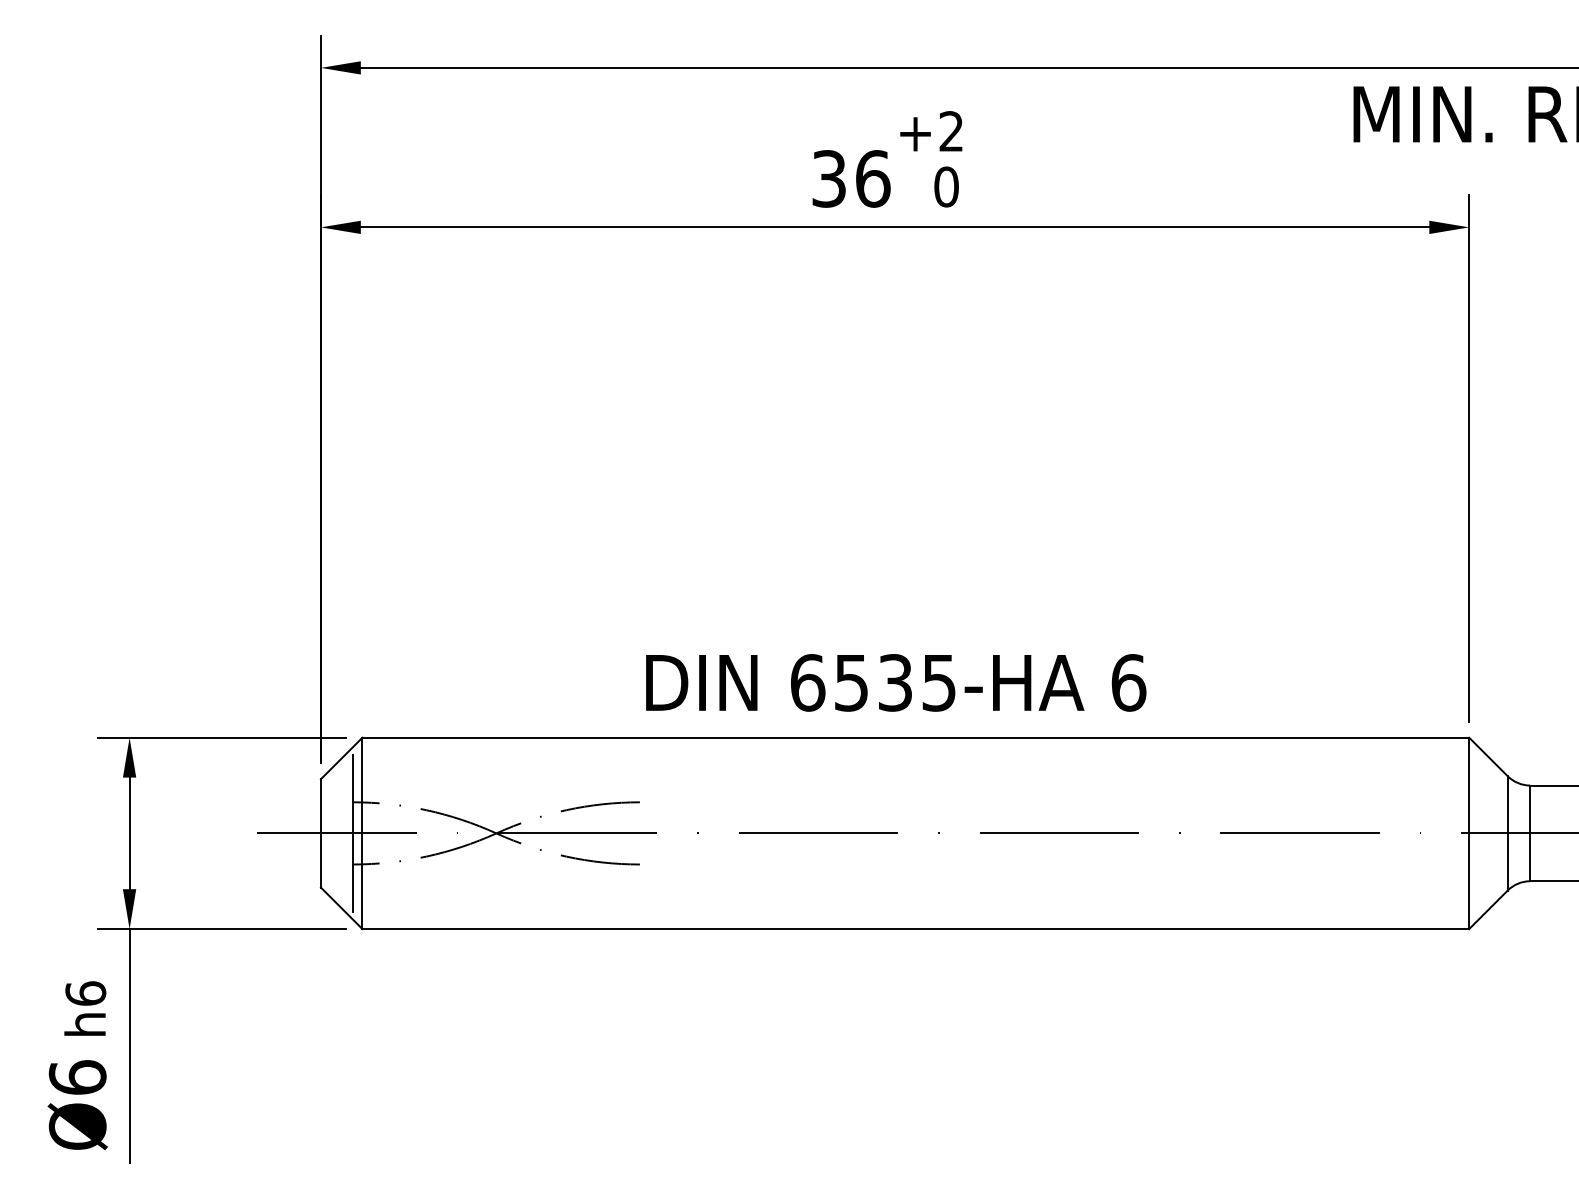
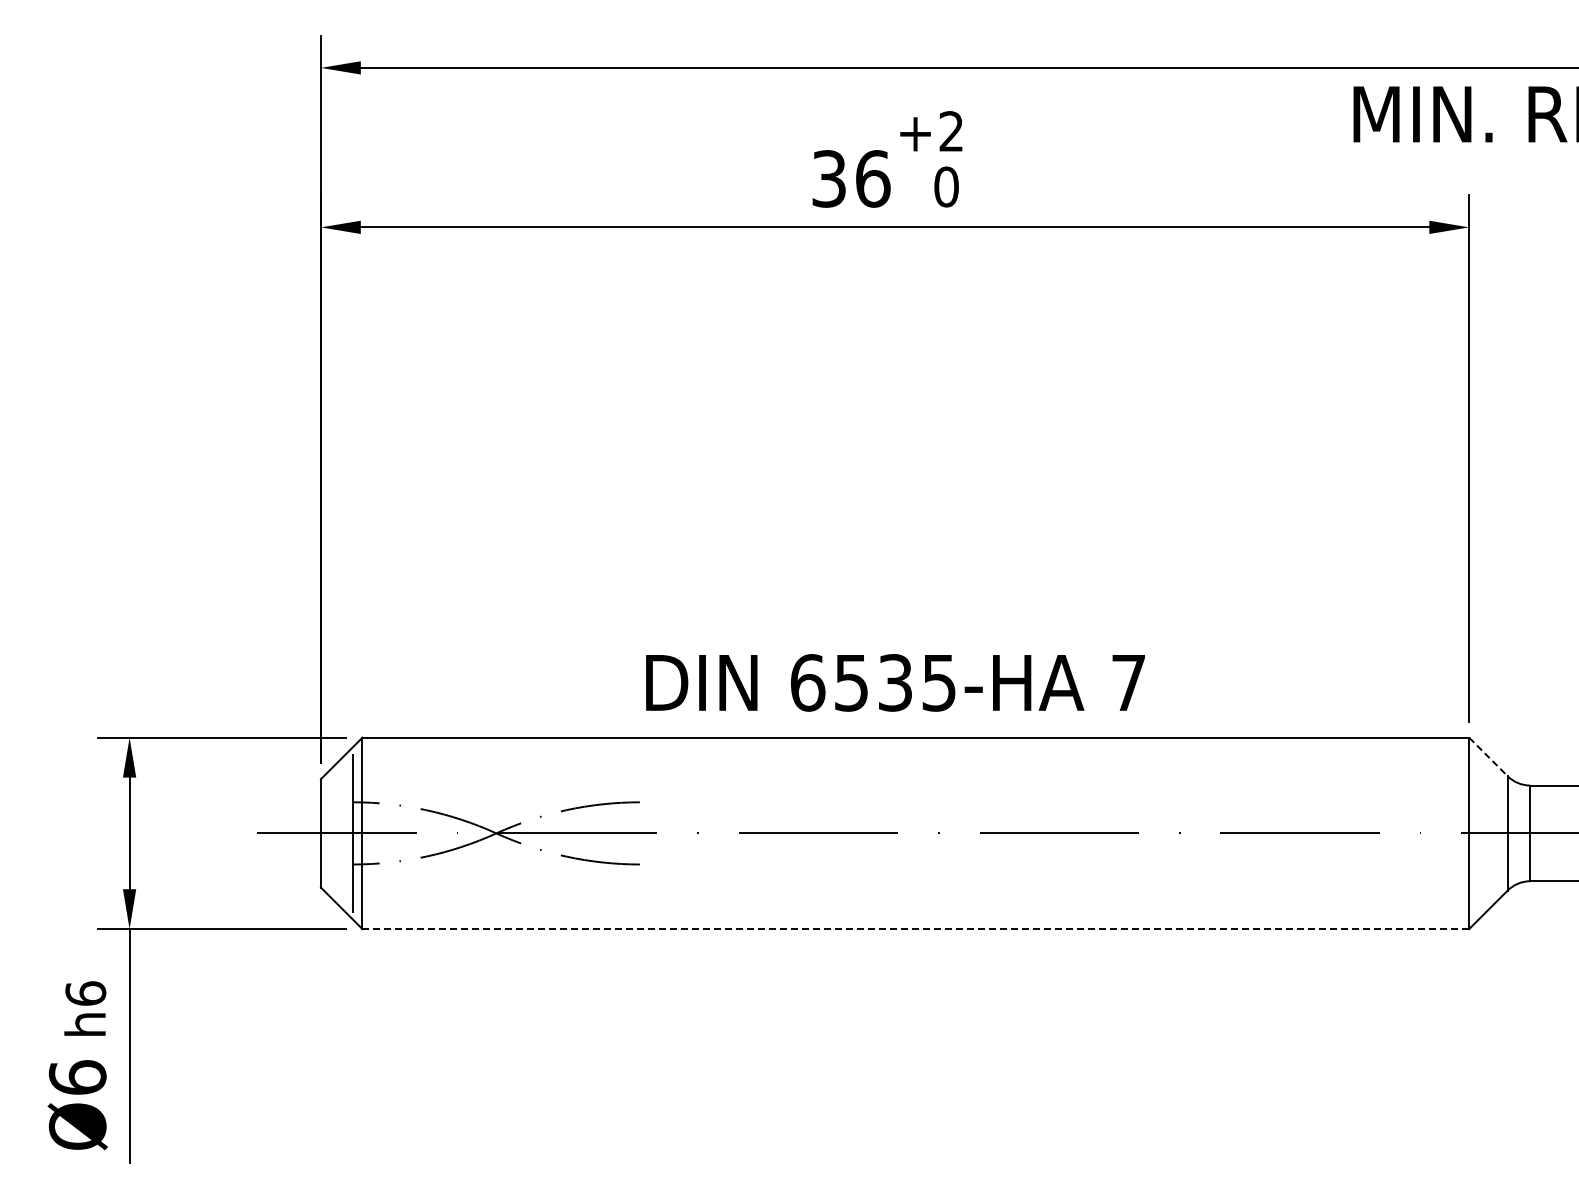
text at (1128, 682): 6 -> 7
line at (1488, 757): solid -> dashed
line at (916, 929): solid -> dashed
